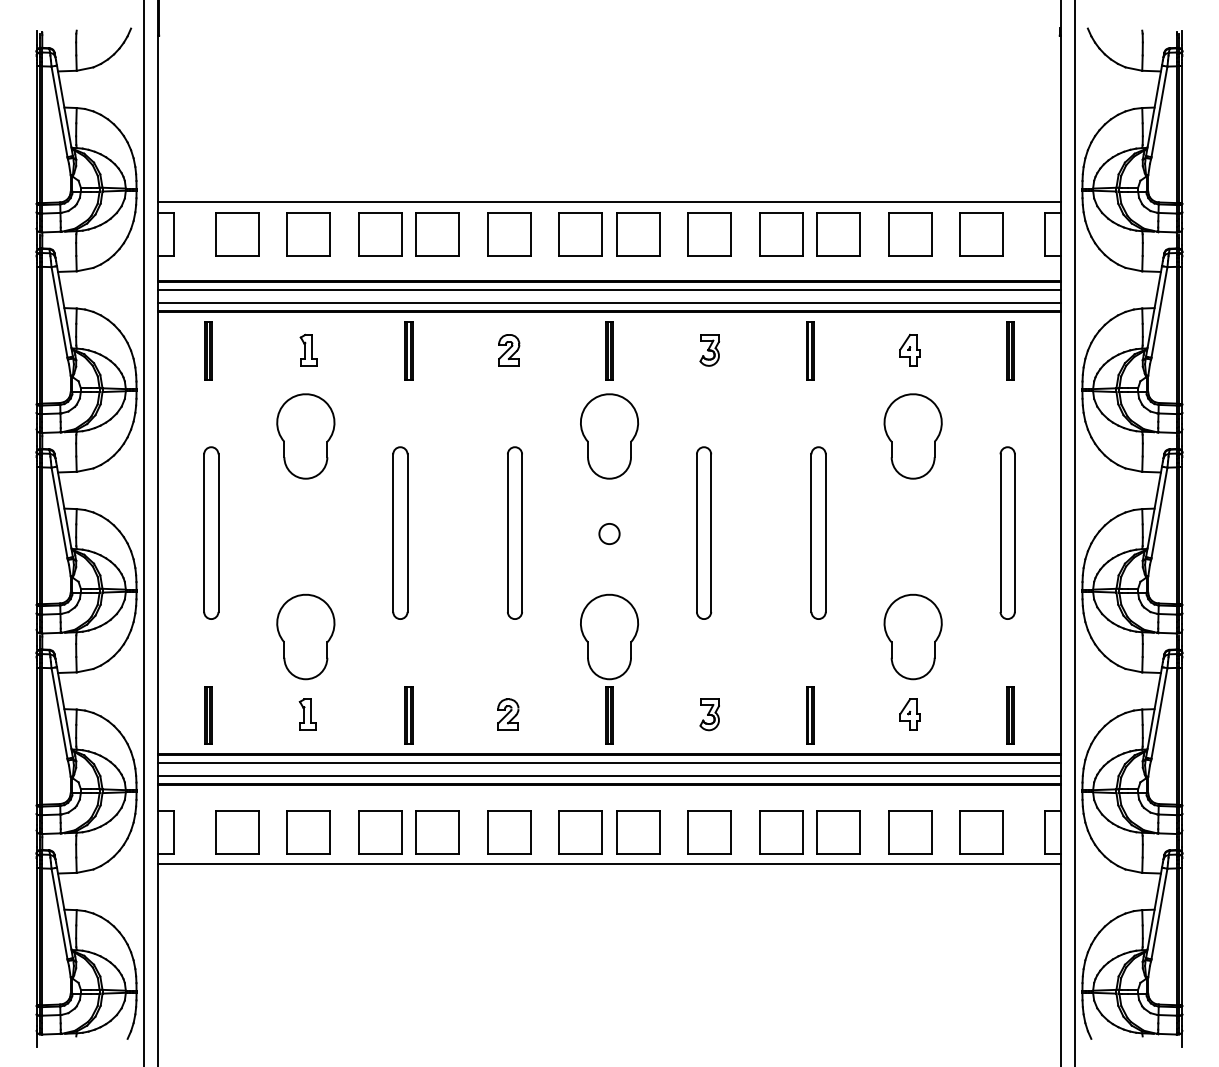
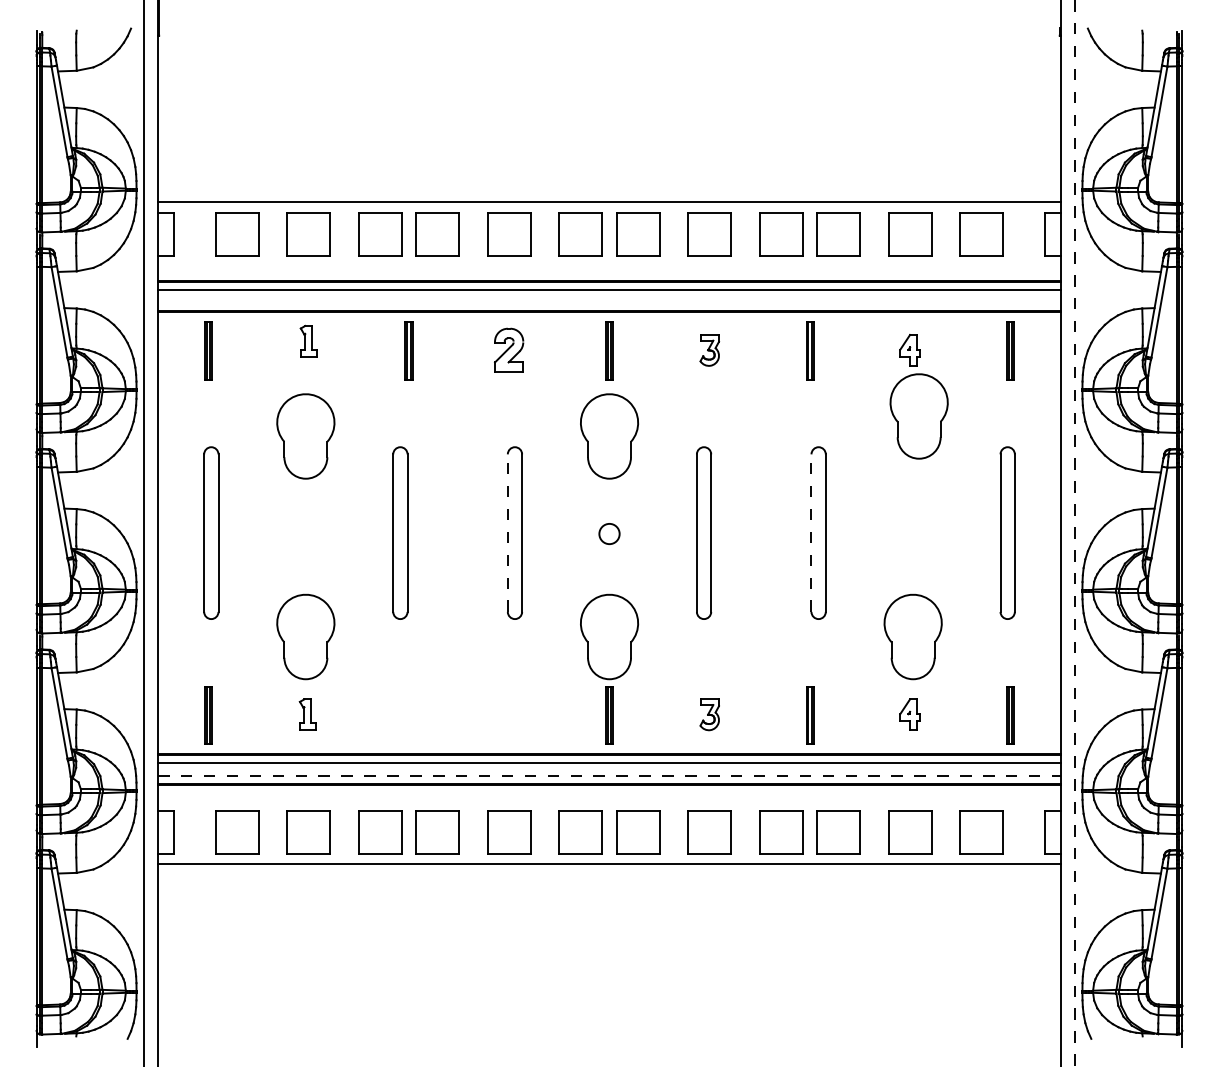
line at (609, 302): present -> none
part at (308, 349) position: (308, 349) -> (308, 340)
part at (509, 350) size: 23x33 px -> 31x46 px
part at (912, 436) position: (912, 436) -> (918, 416)
line at (507, 533): solid -> dashed
line at (811, 533): solid -> dashed
line at (1074, 533): solid -> dashed
part at (508, 714): present -> none
part at (408, 715): present -> none
line at (610, 776): solid -> dashed
